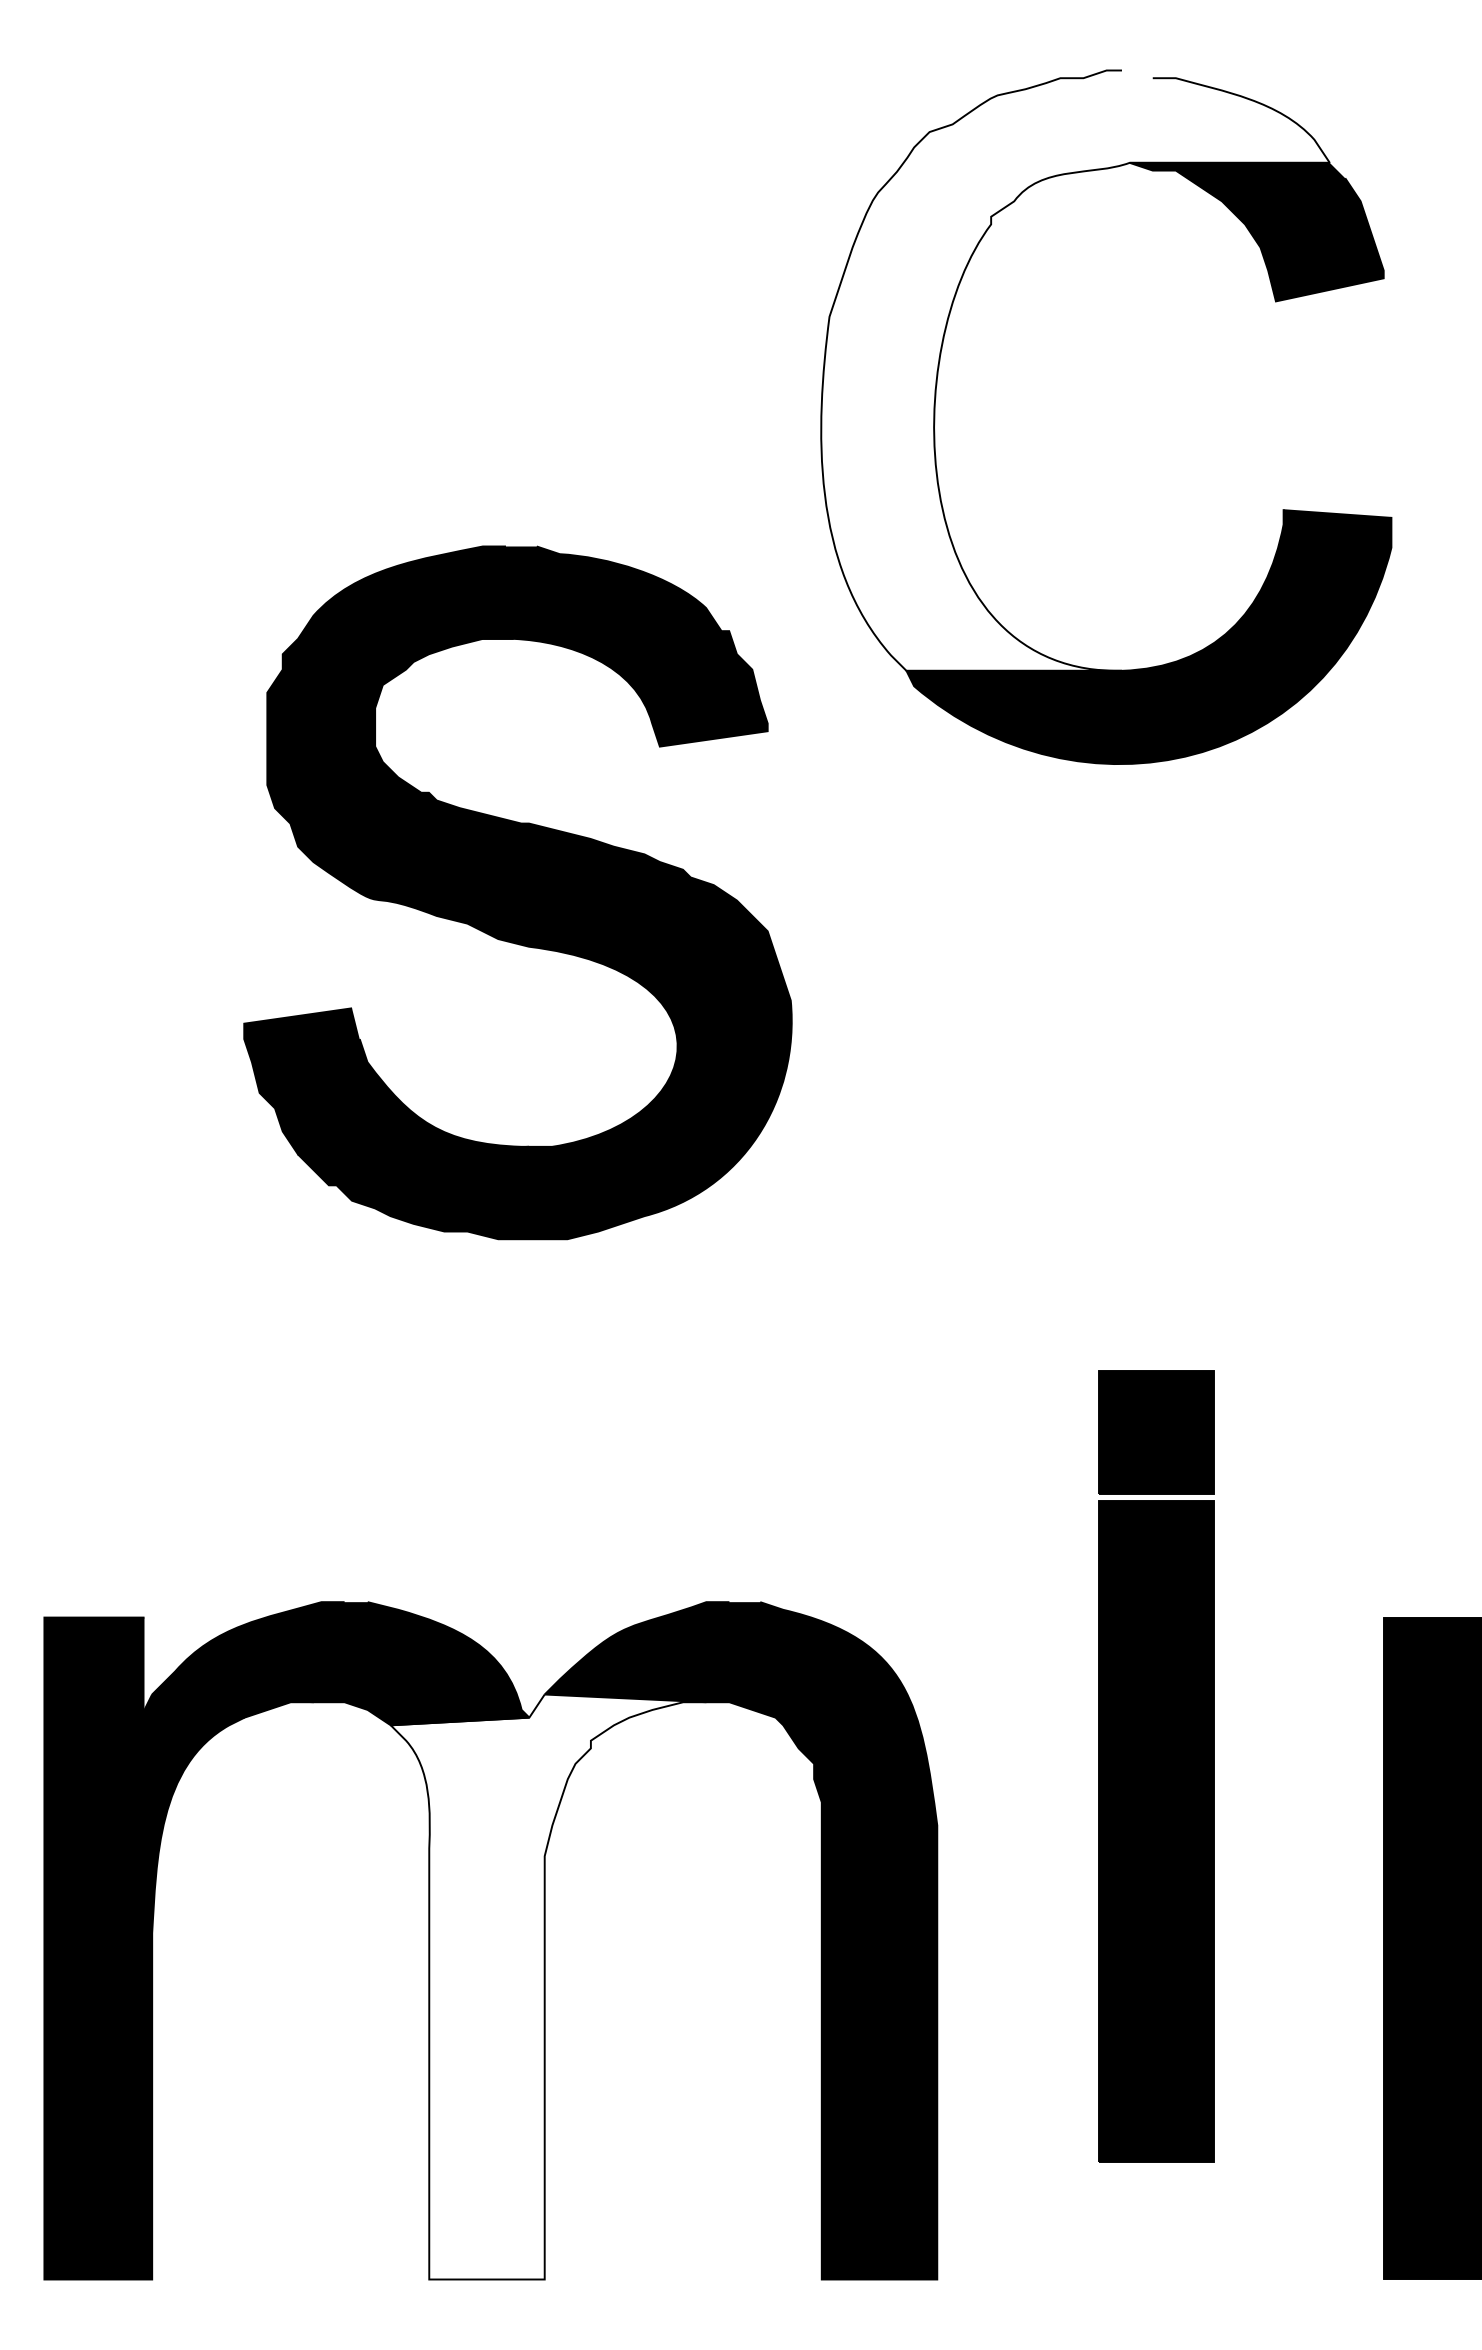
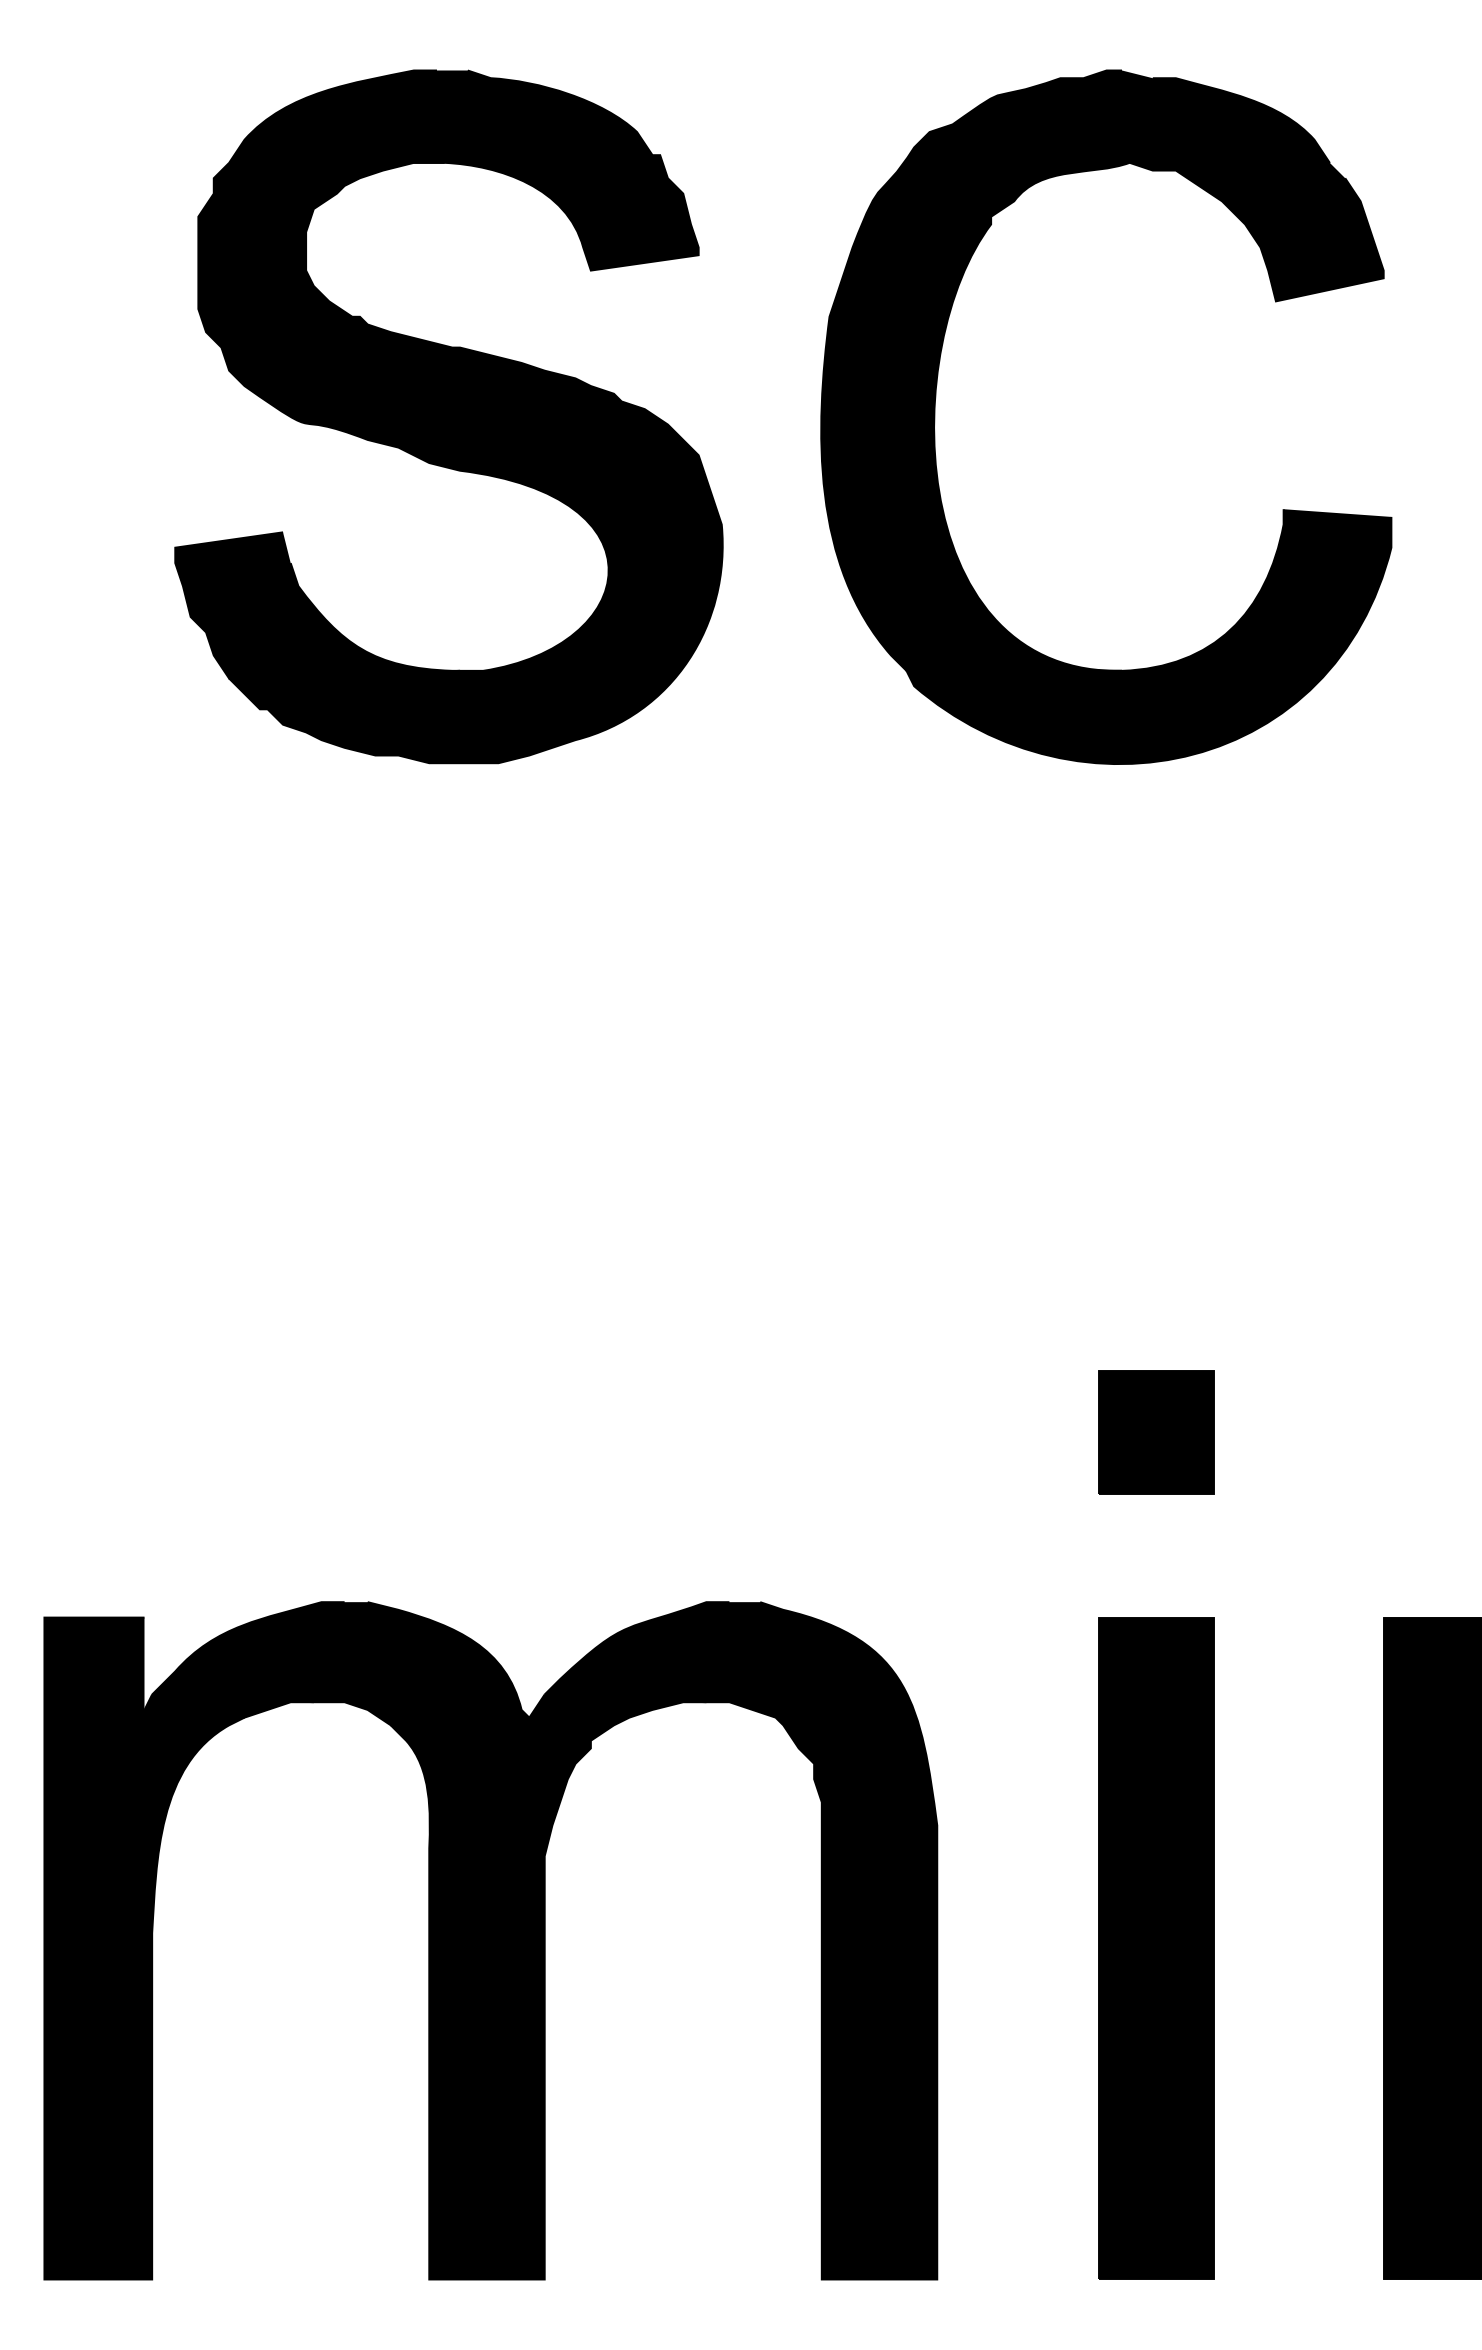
fill at (1075, 370): none -> present
part at (517, 892) position: (517, 892) -> (448, 416)
part at (1156, 1831) position: (1156, 1831) -> (1156, 1948)
fill at (548, 1986): none -> present
